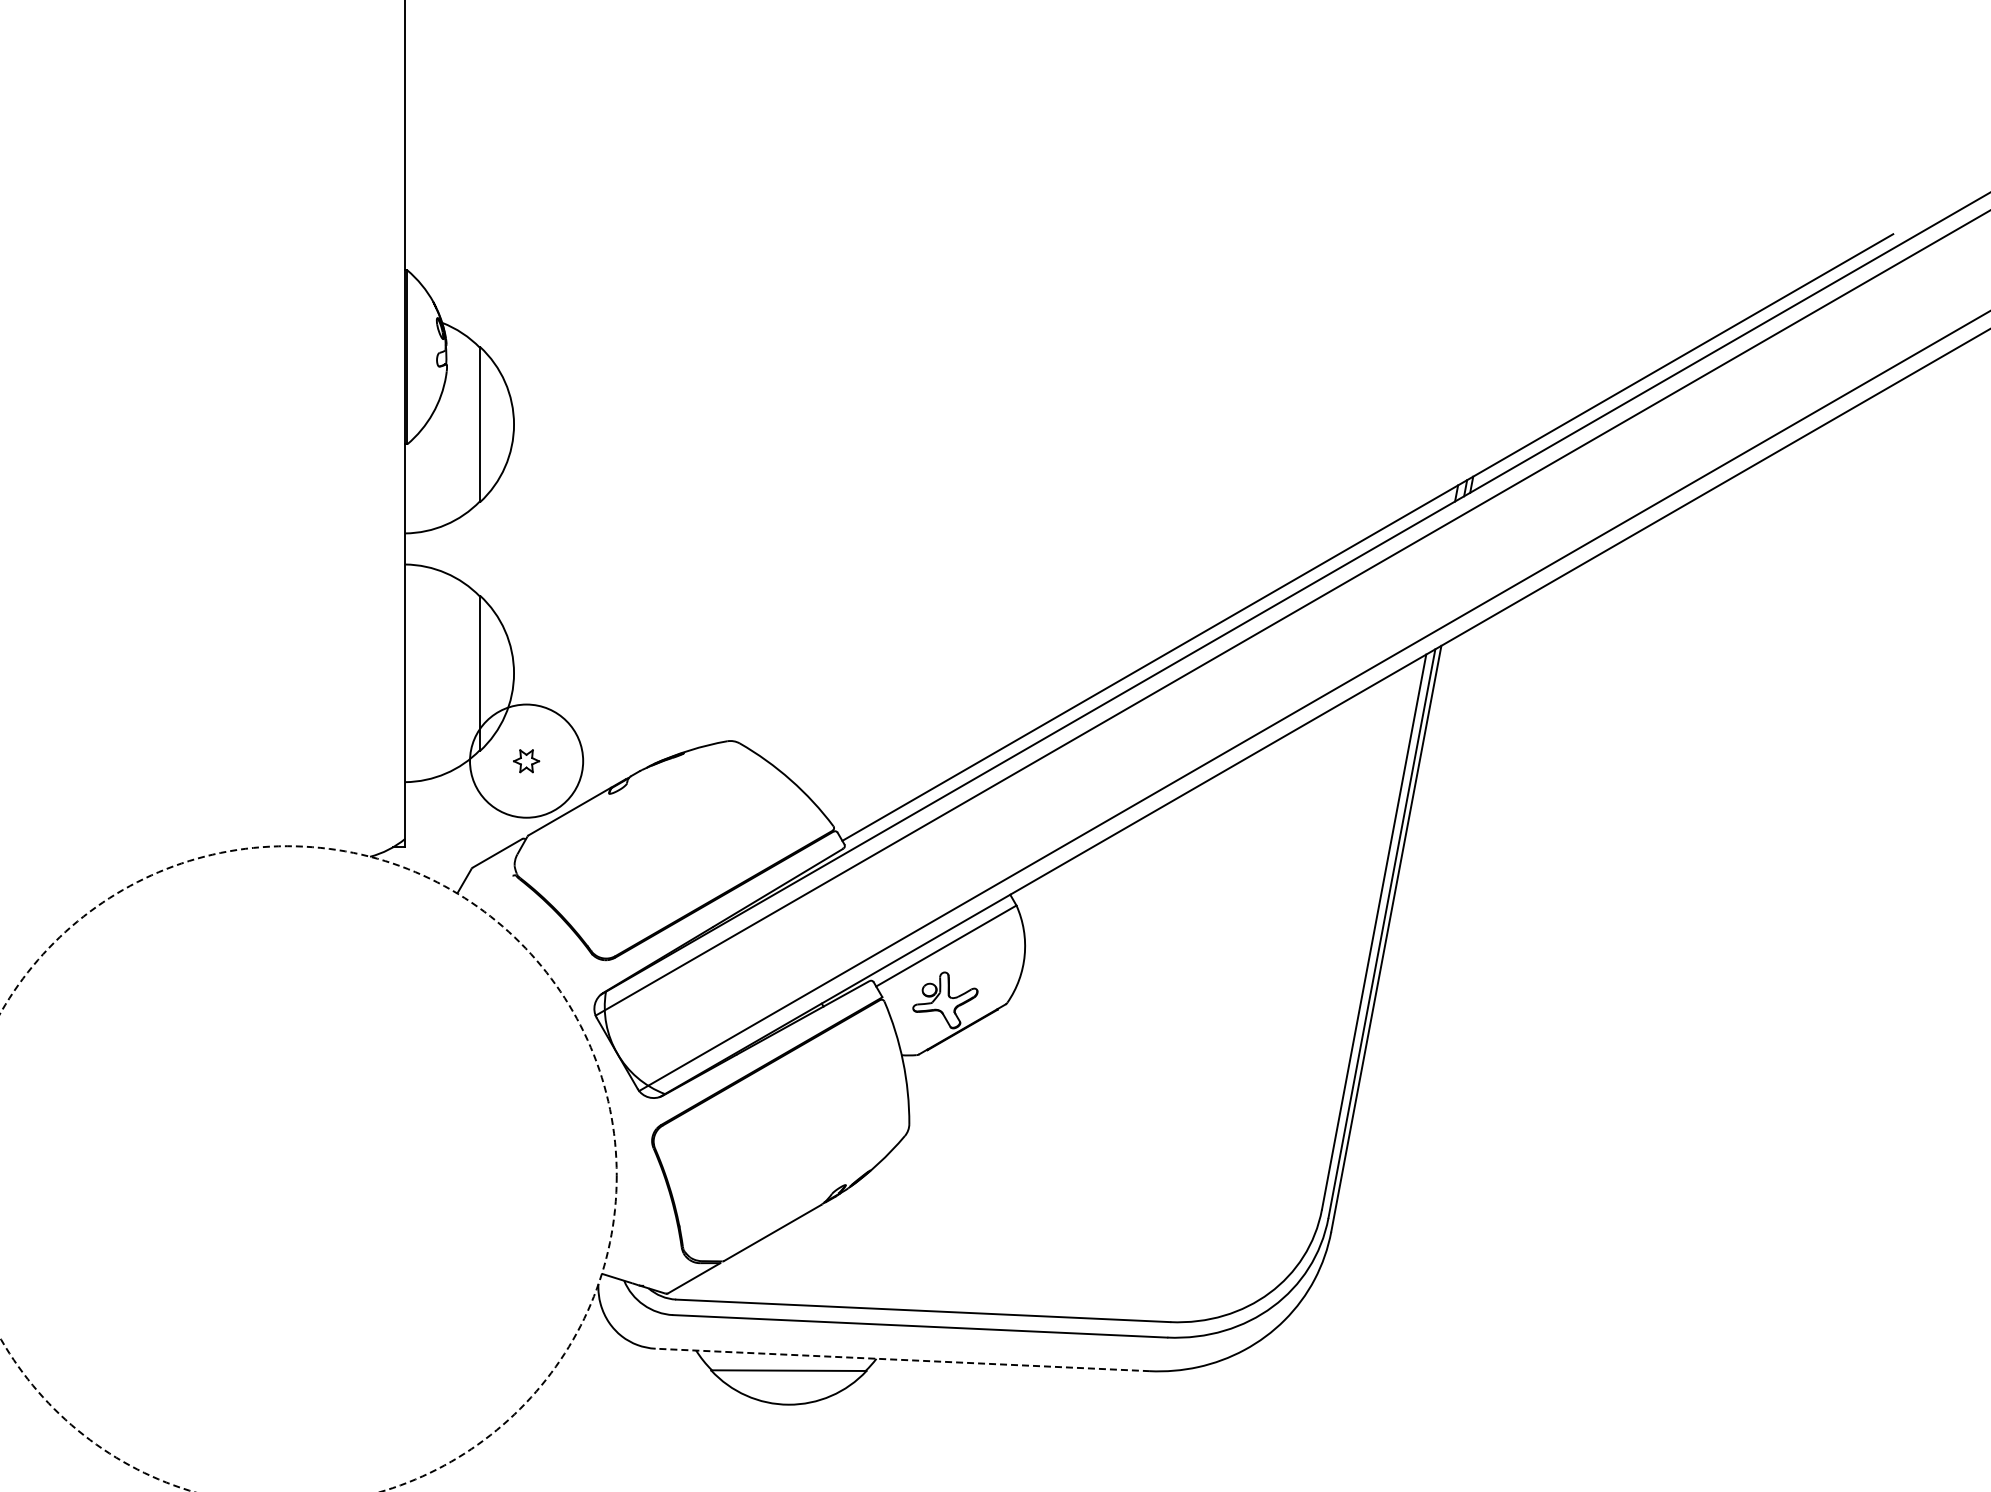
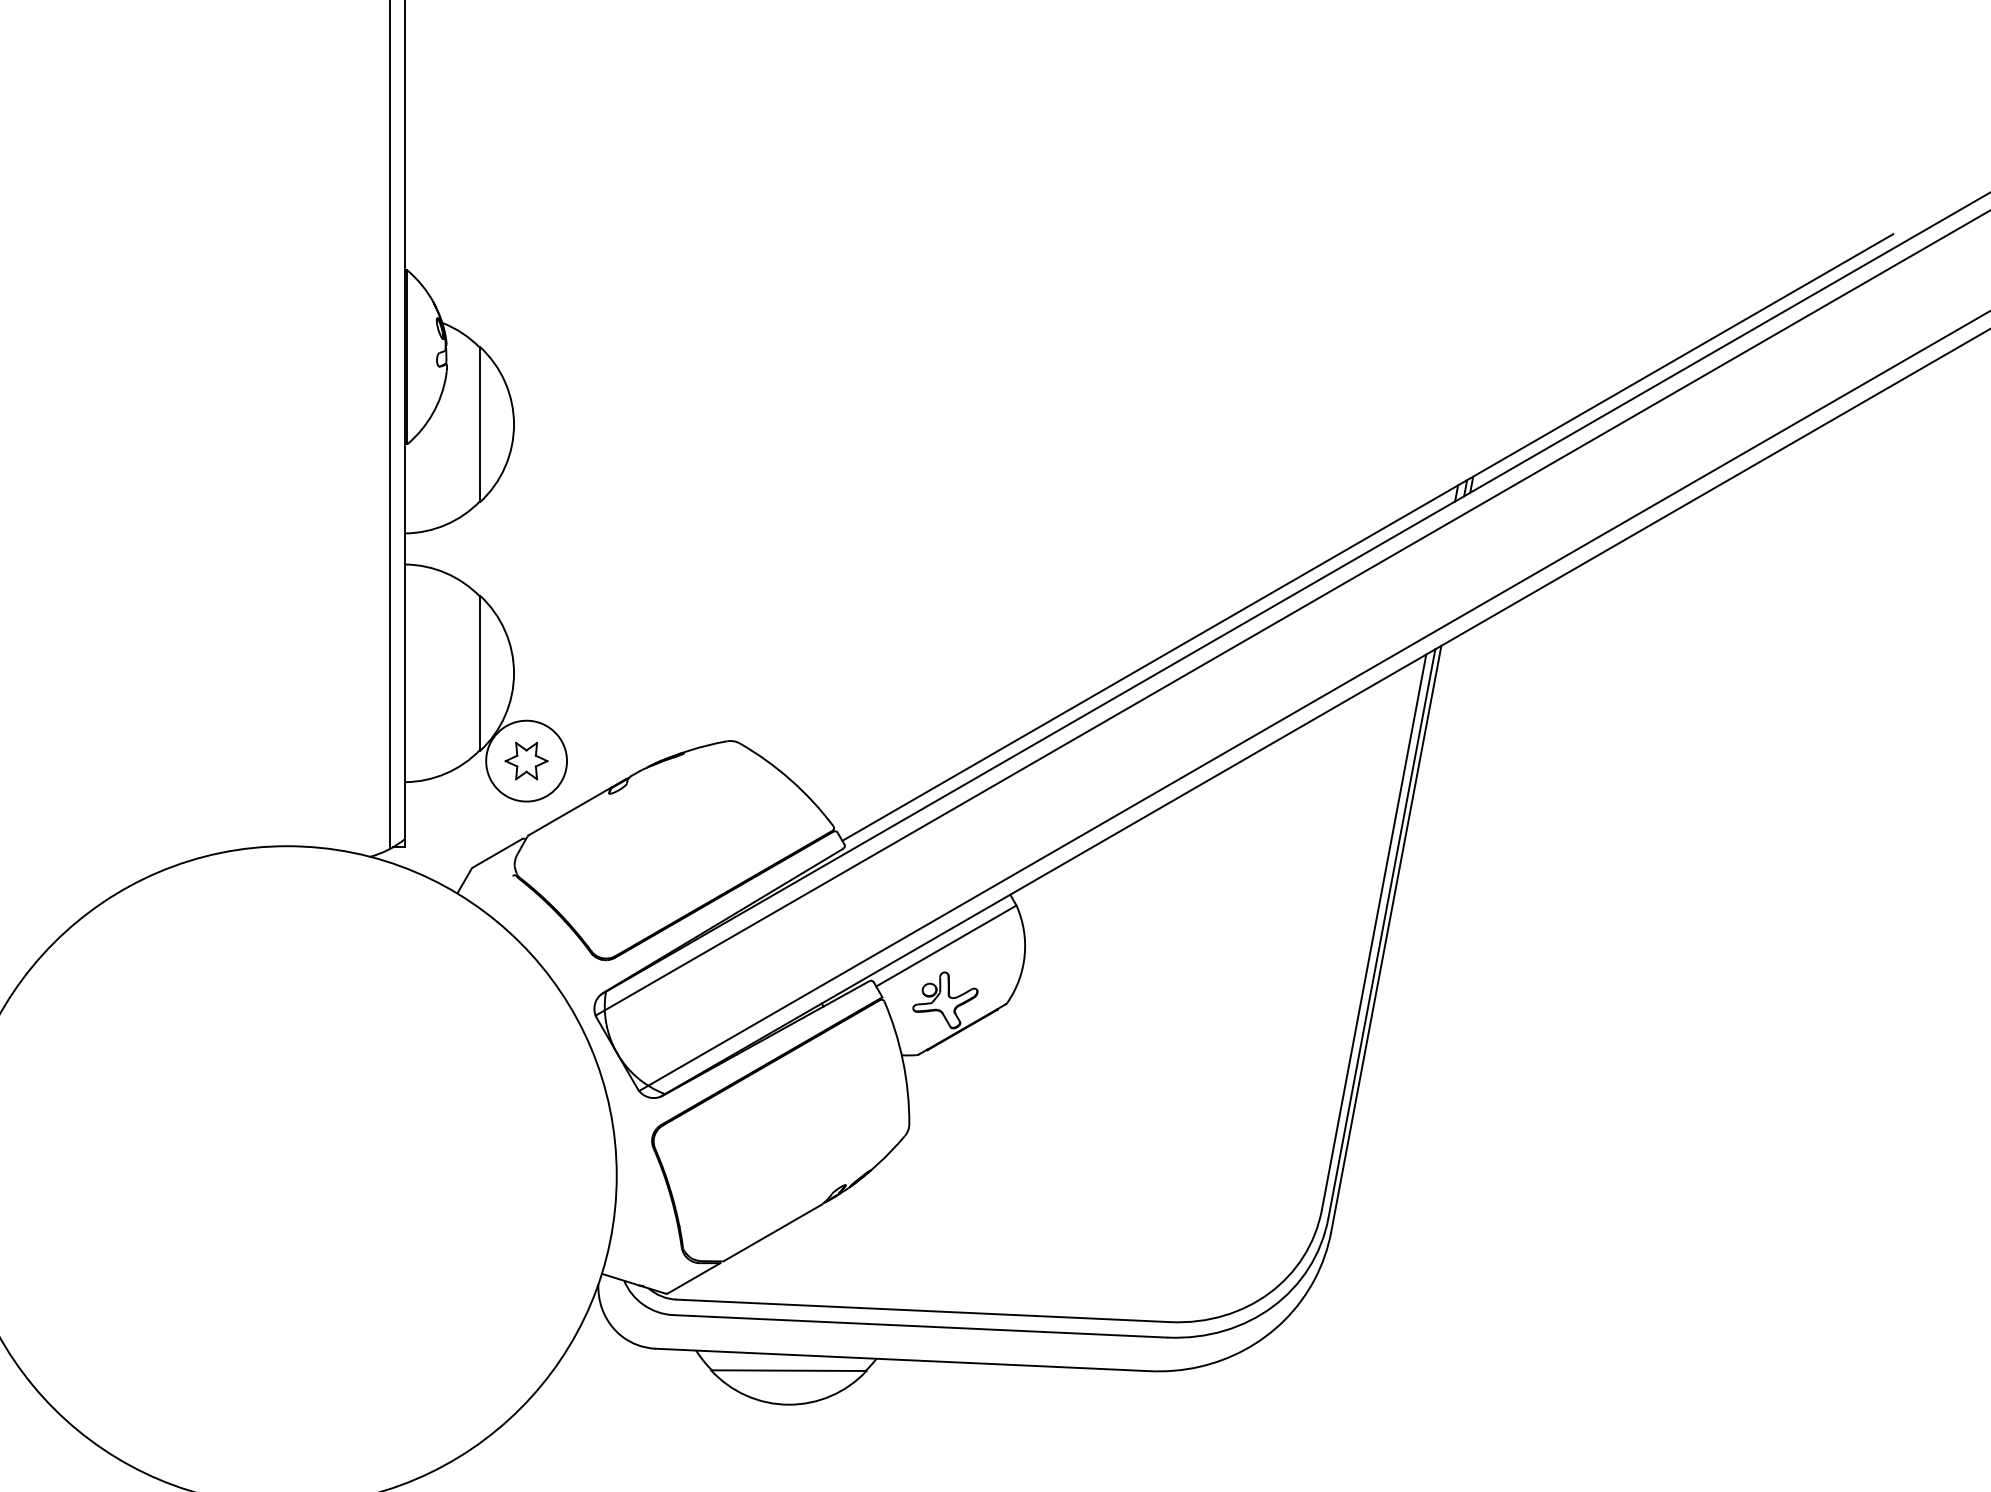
line at (389, 425): none -> present
circle at (526, 760) diameter: 113 px -> 81 px
part at (526, 761) size: 28x25 px -> 45x39 px
circle at (308, 1168): dashed -> solid
line at (902, 1359): dashed -> solid
